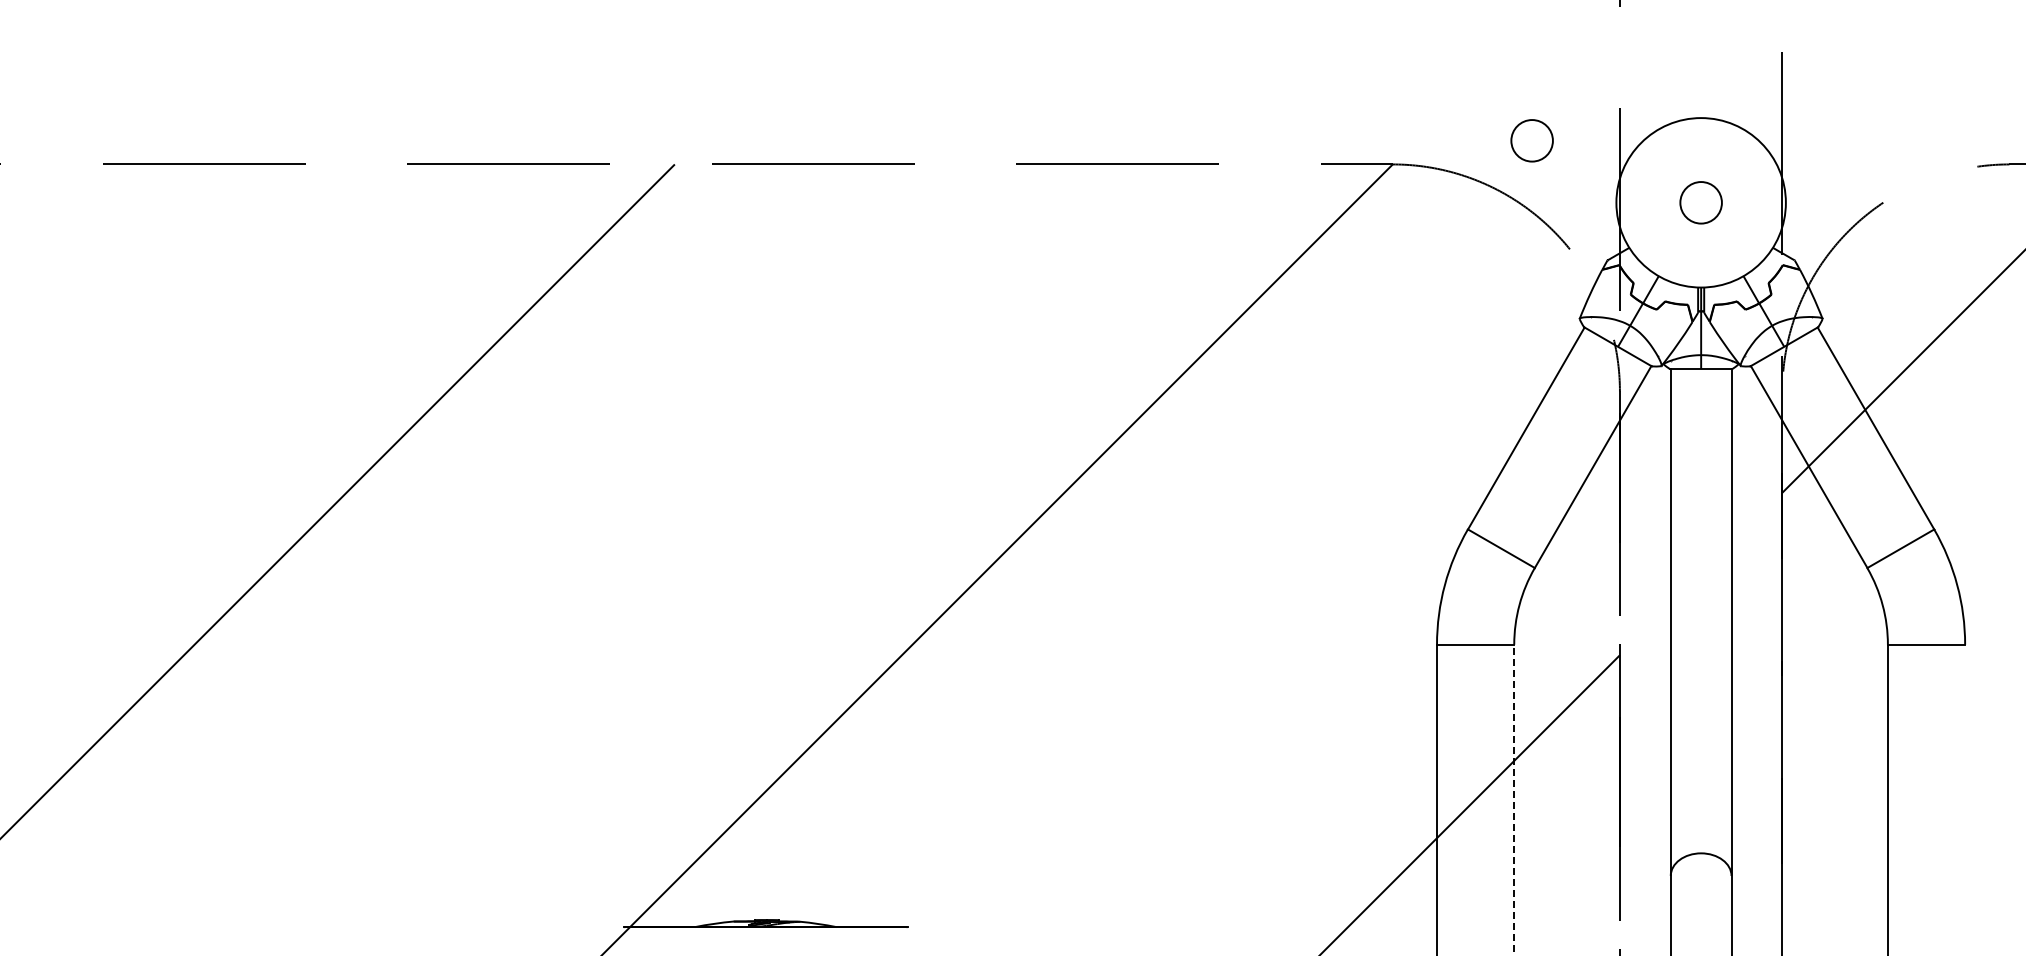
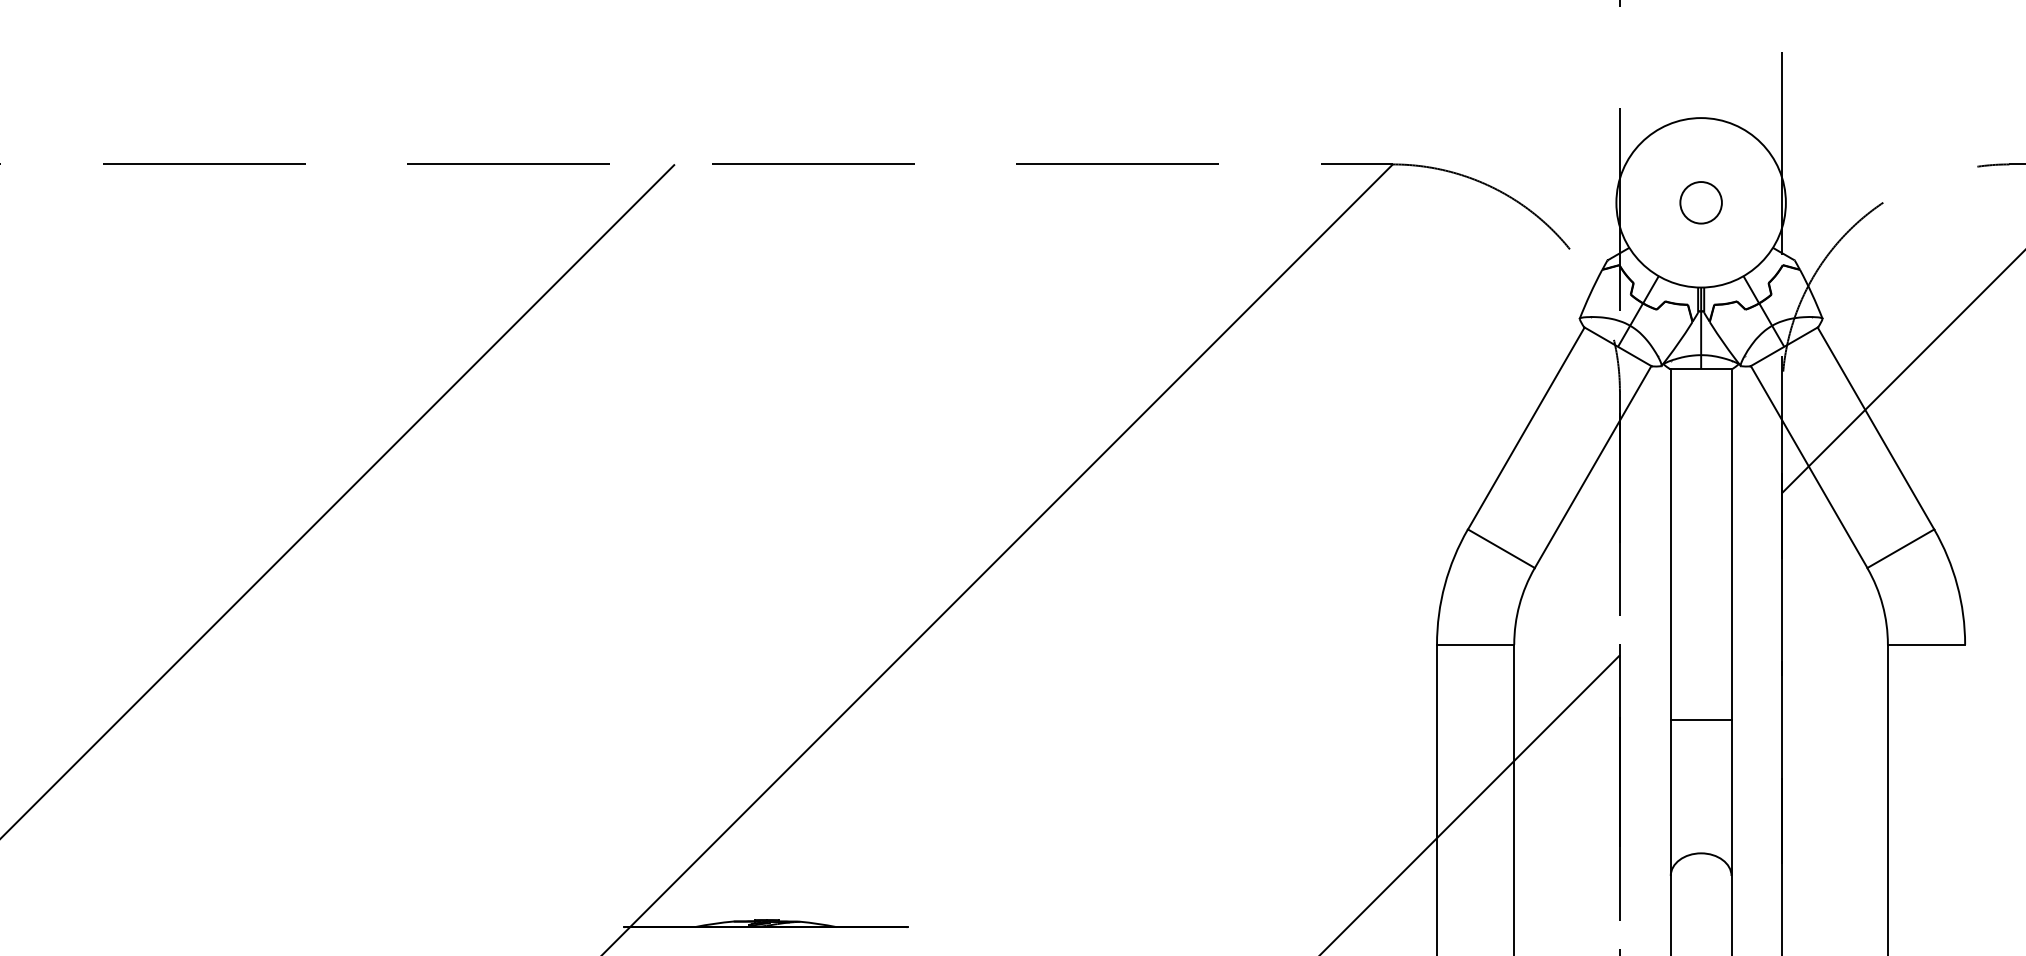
circle at (1531, 140): present -> none
line at (1700, 720): none -> present
line at (1514, 799): dashed -> solid
